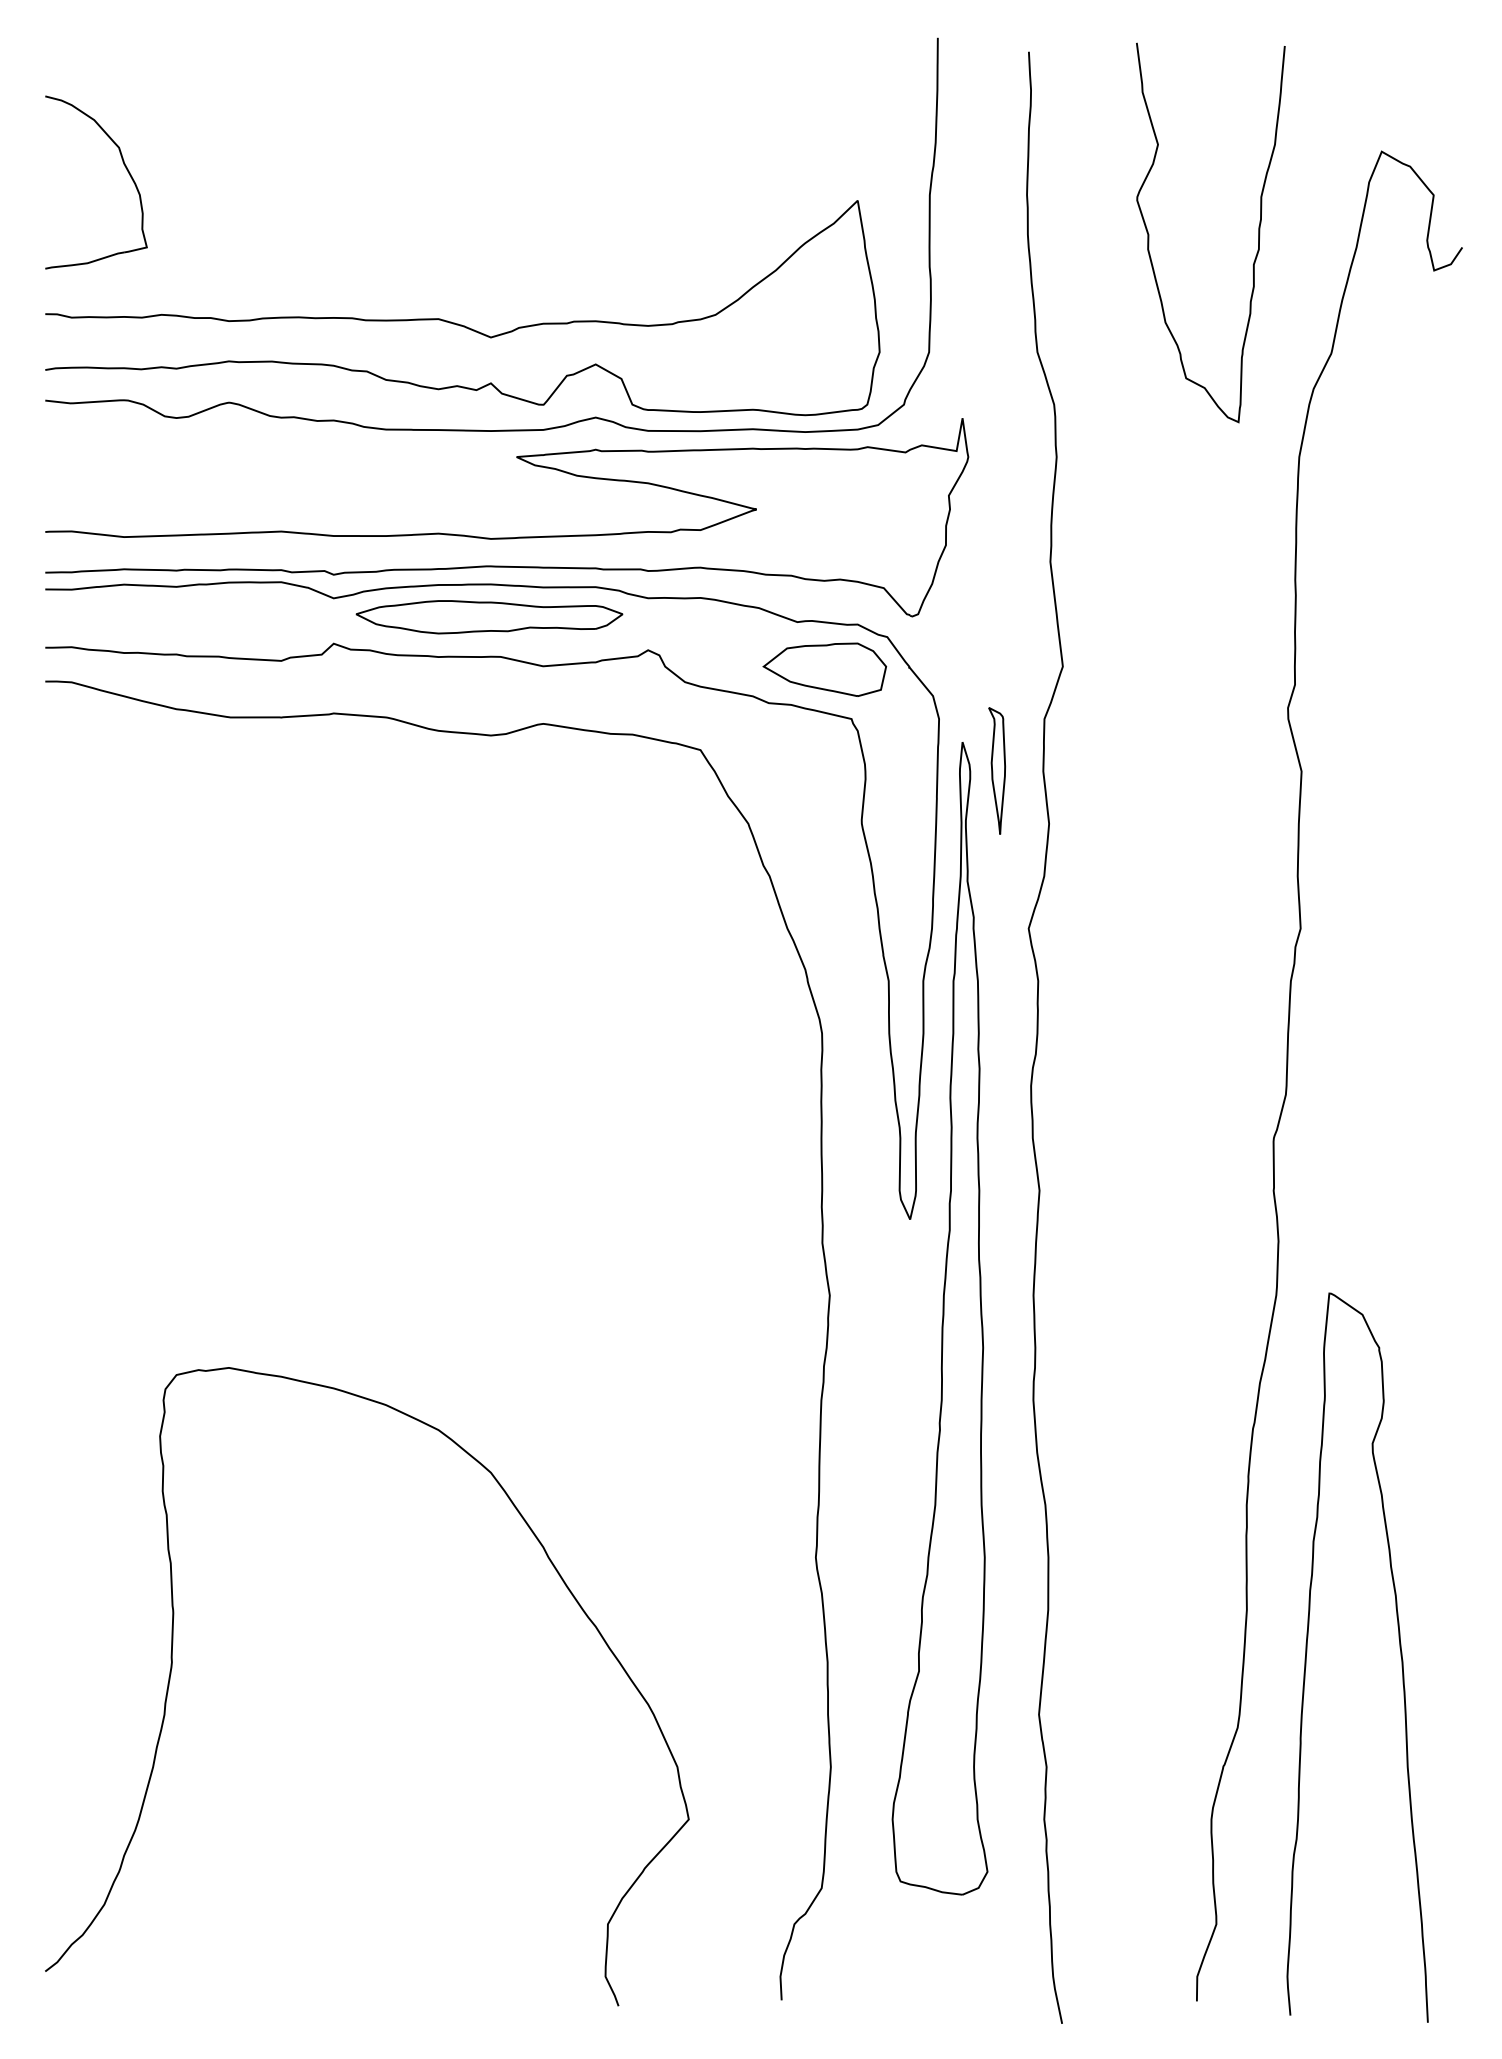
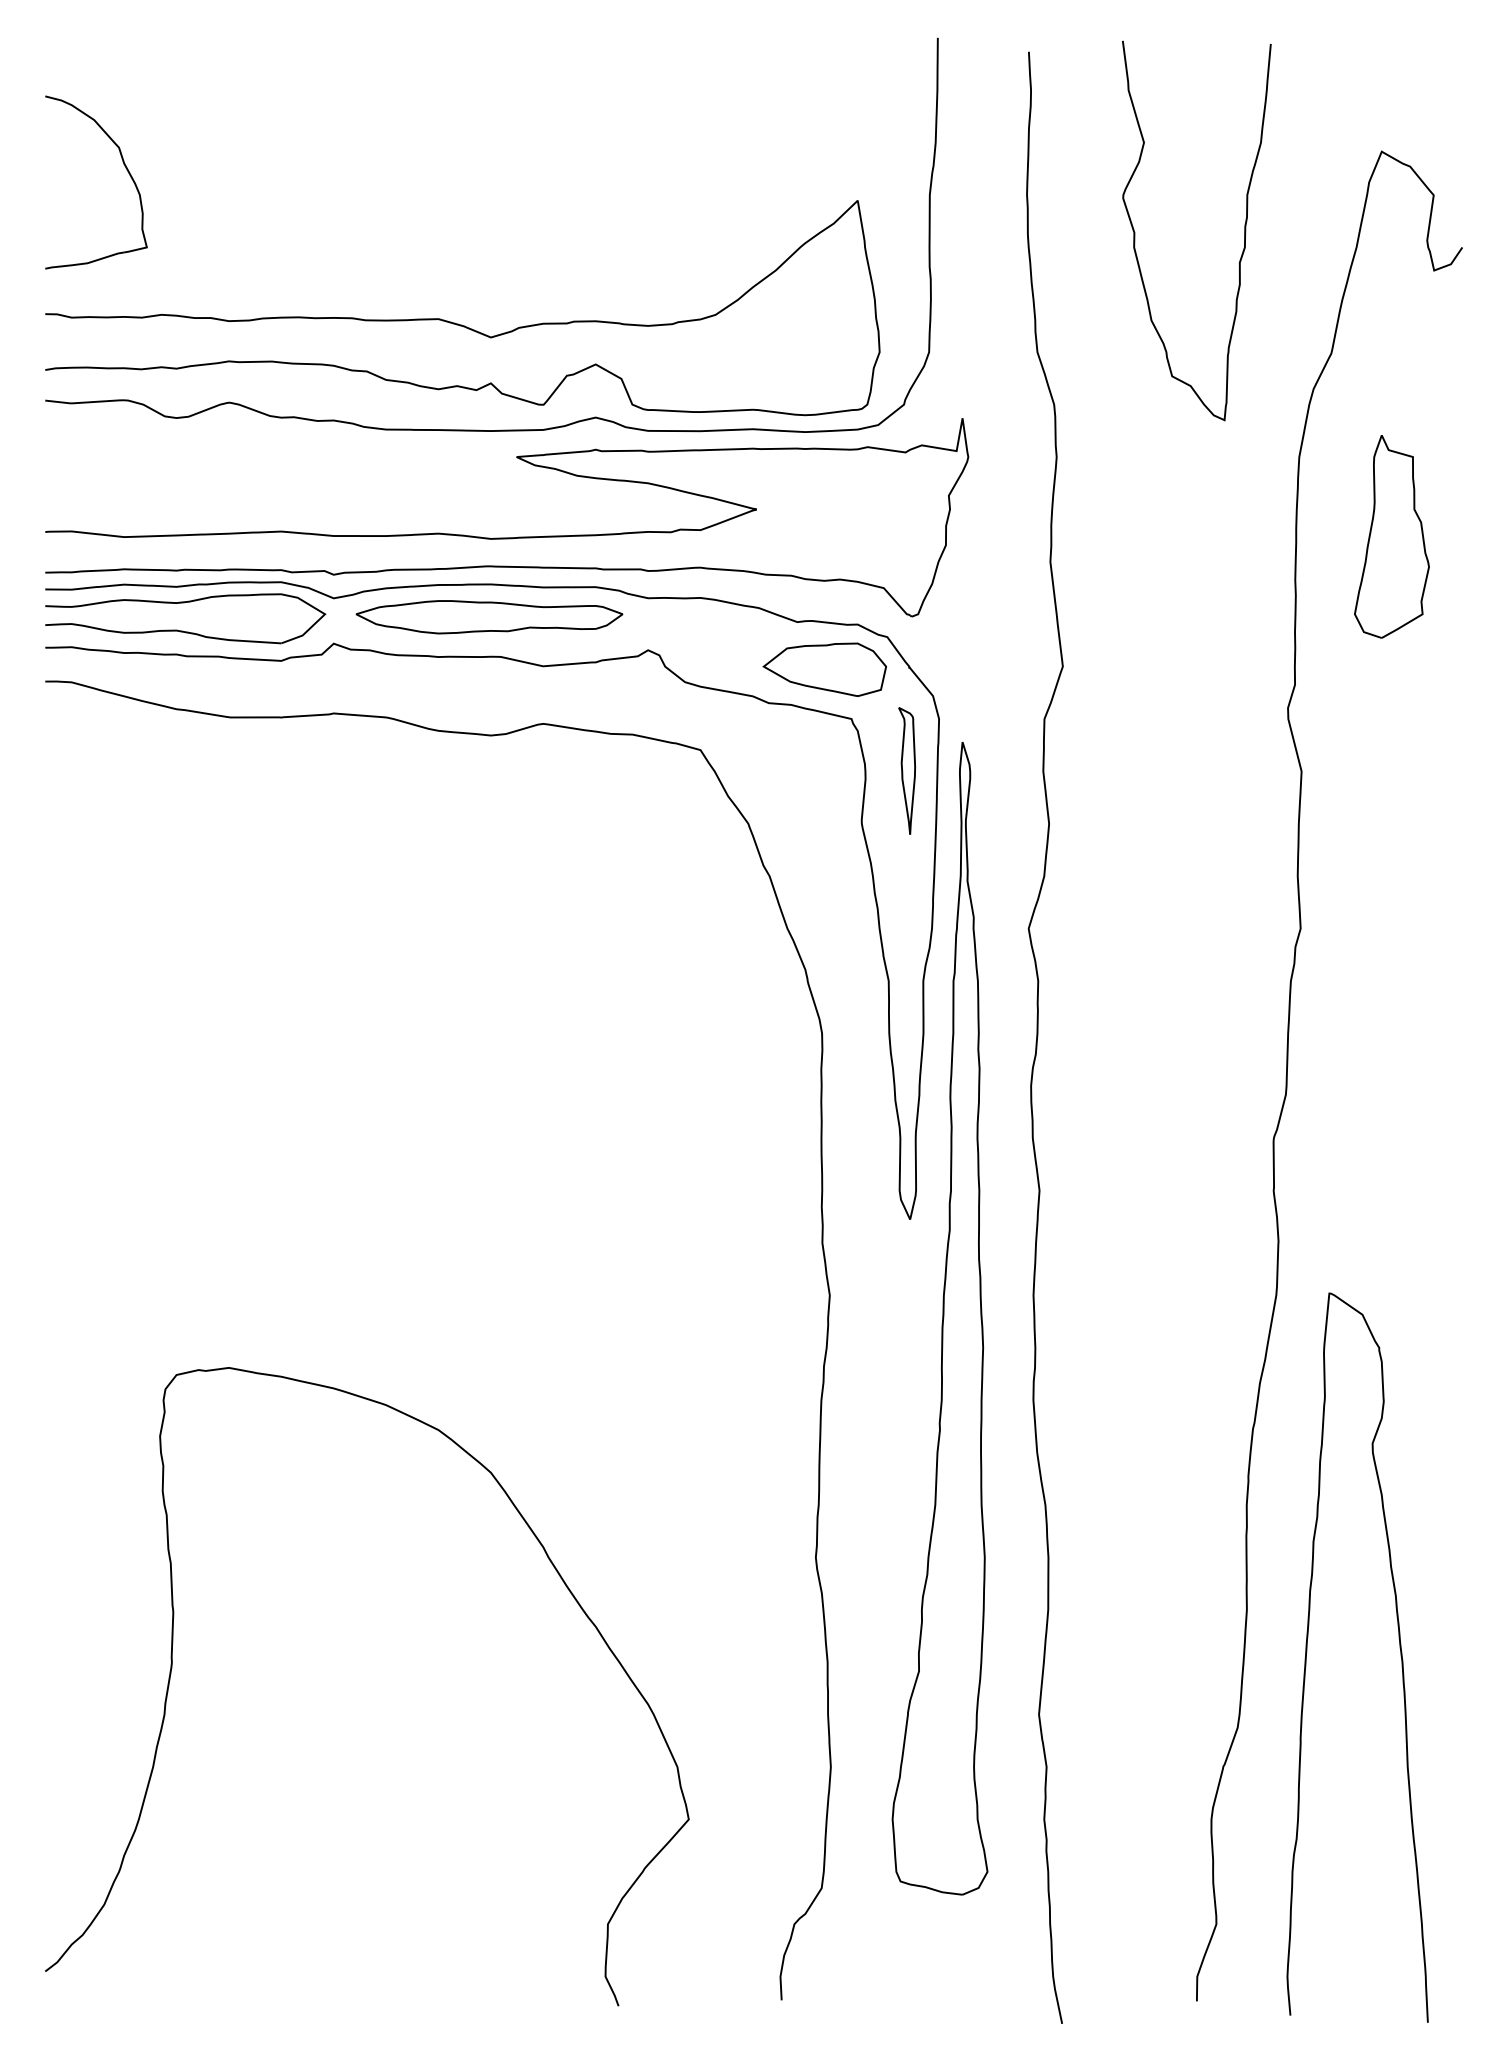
curve at (1258, 232) position: (1258, 232) -> (1244, 230)
part at (1391, 536): none -> present
part at (183, 630): none -> present
part at (996, 770) position: (996, 770) -> (906, 770)
